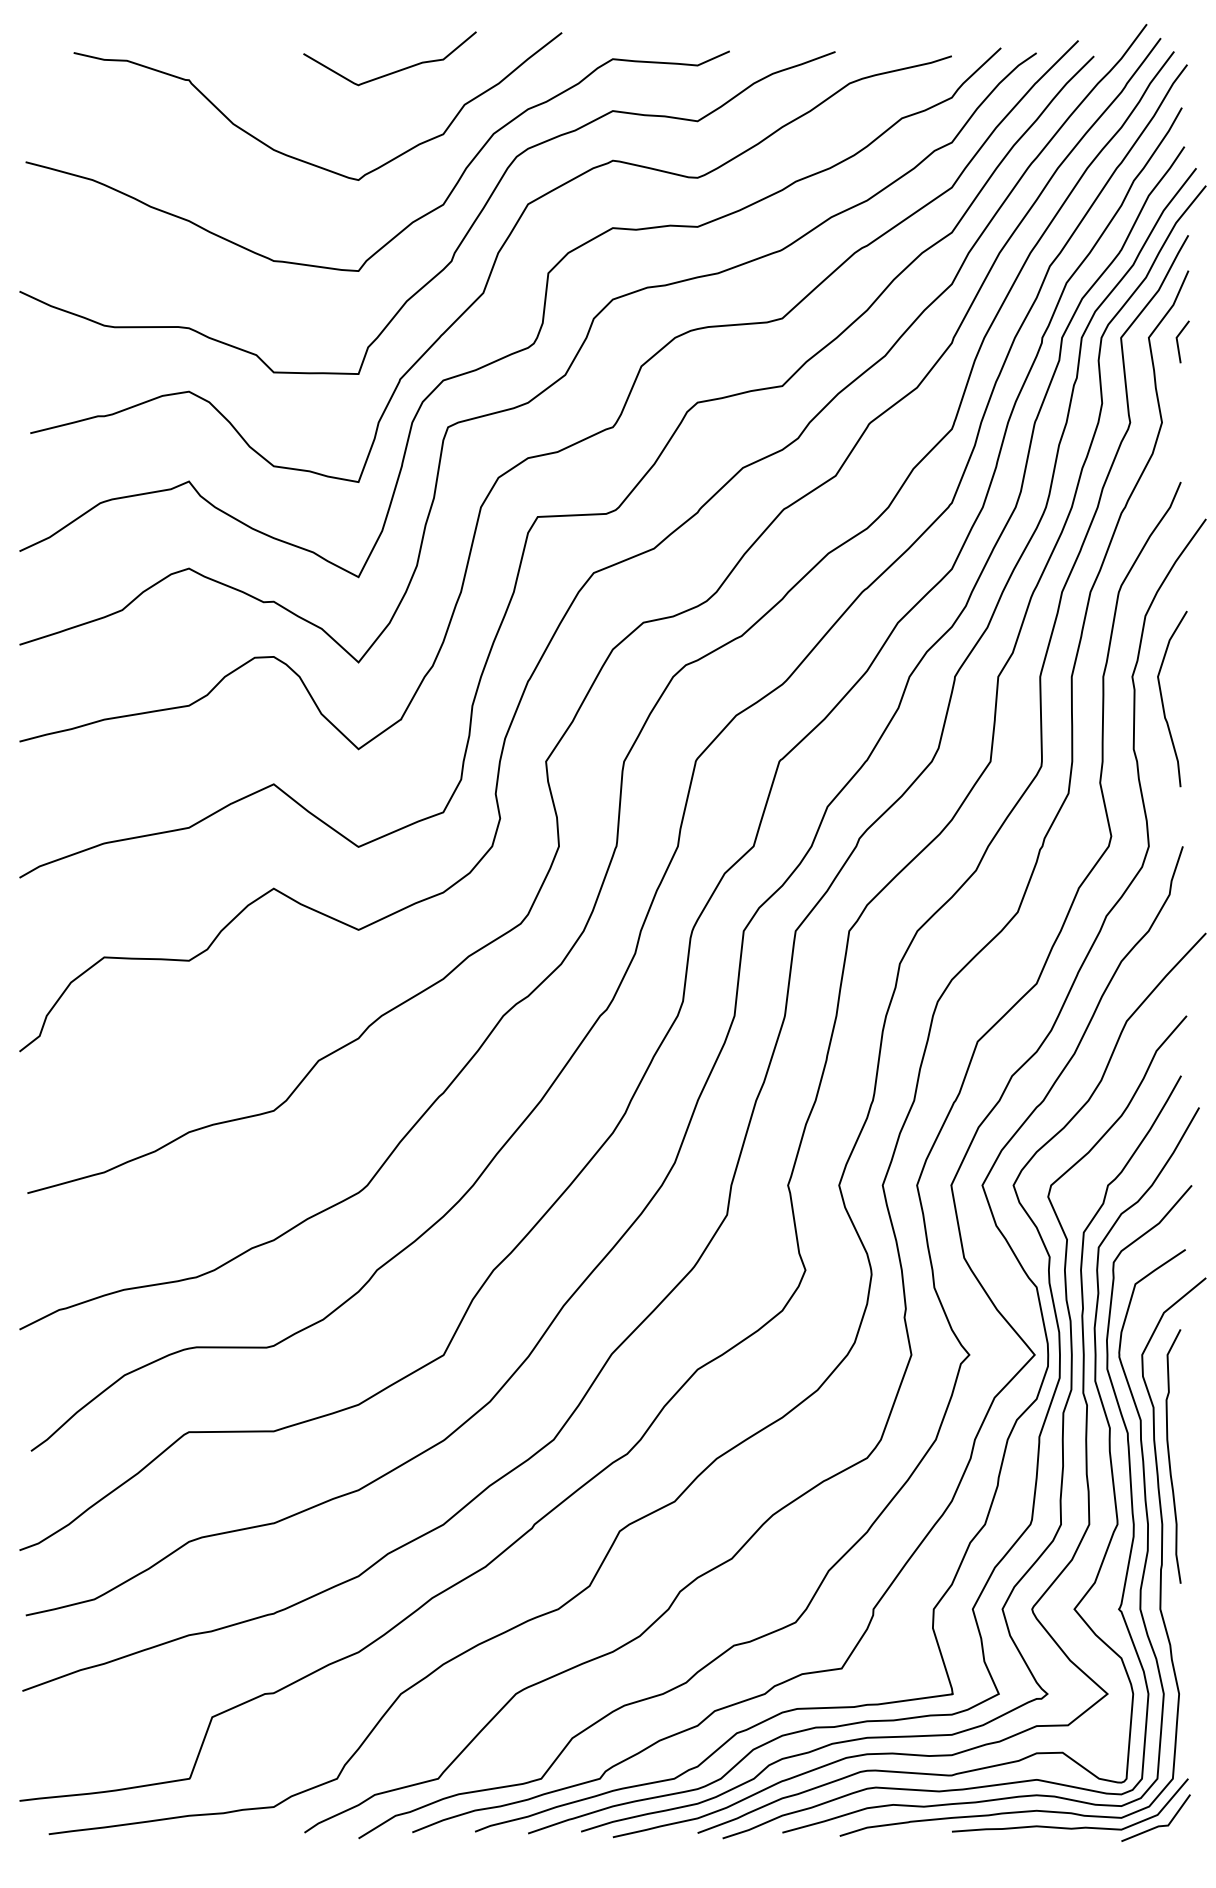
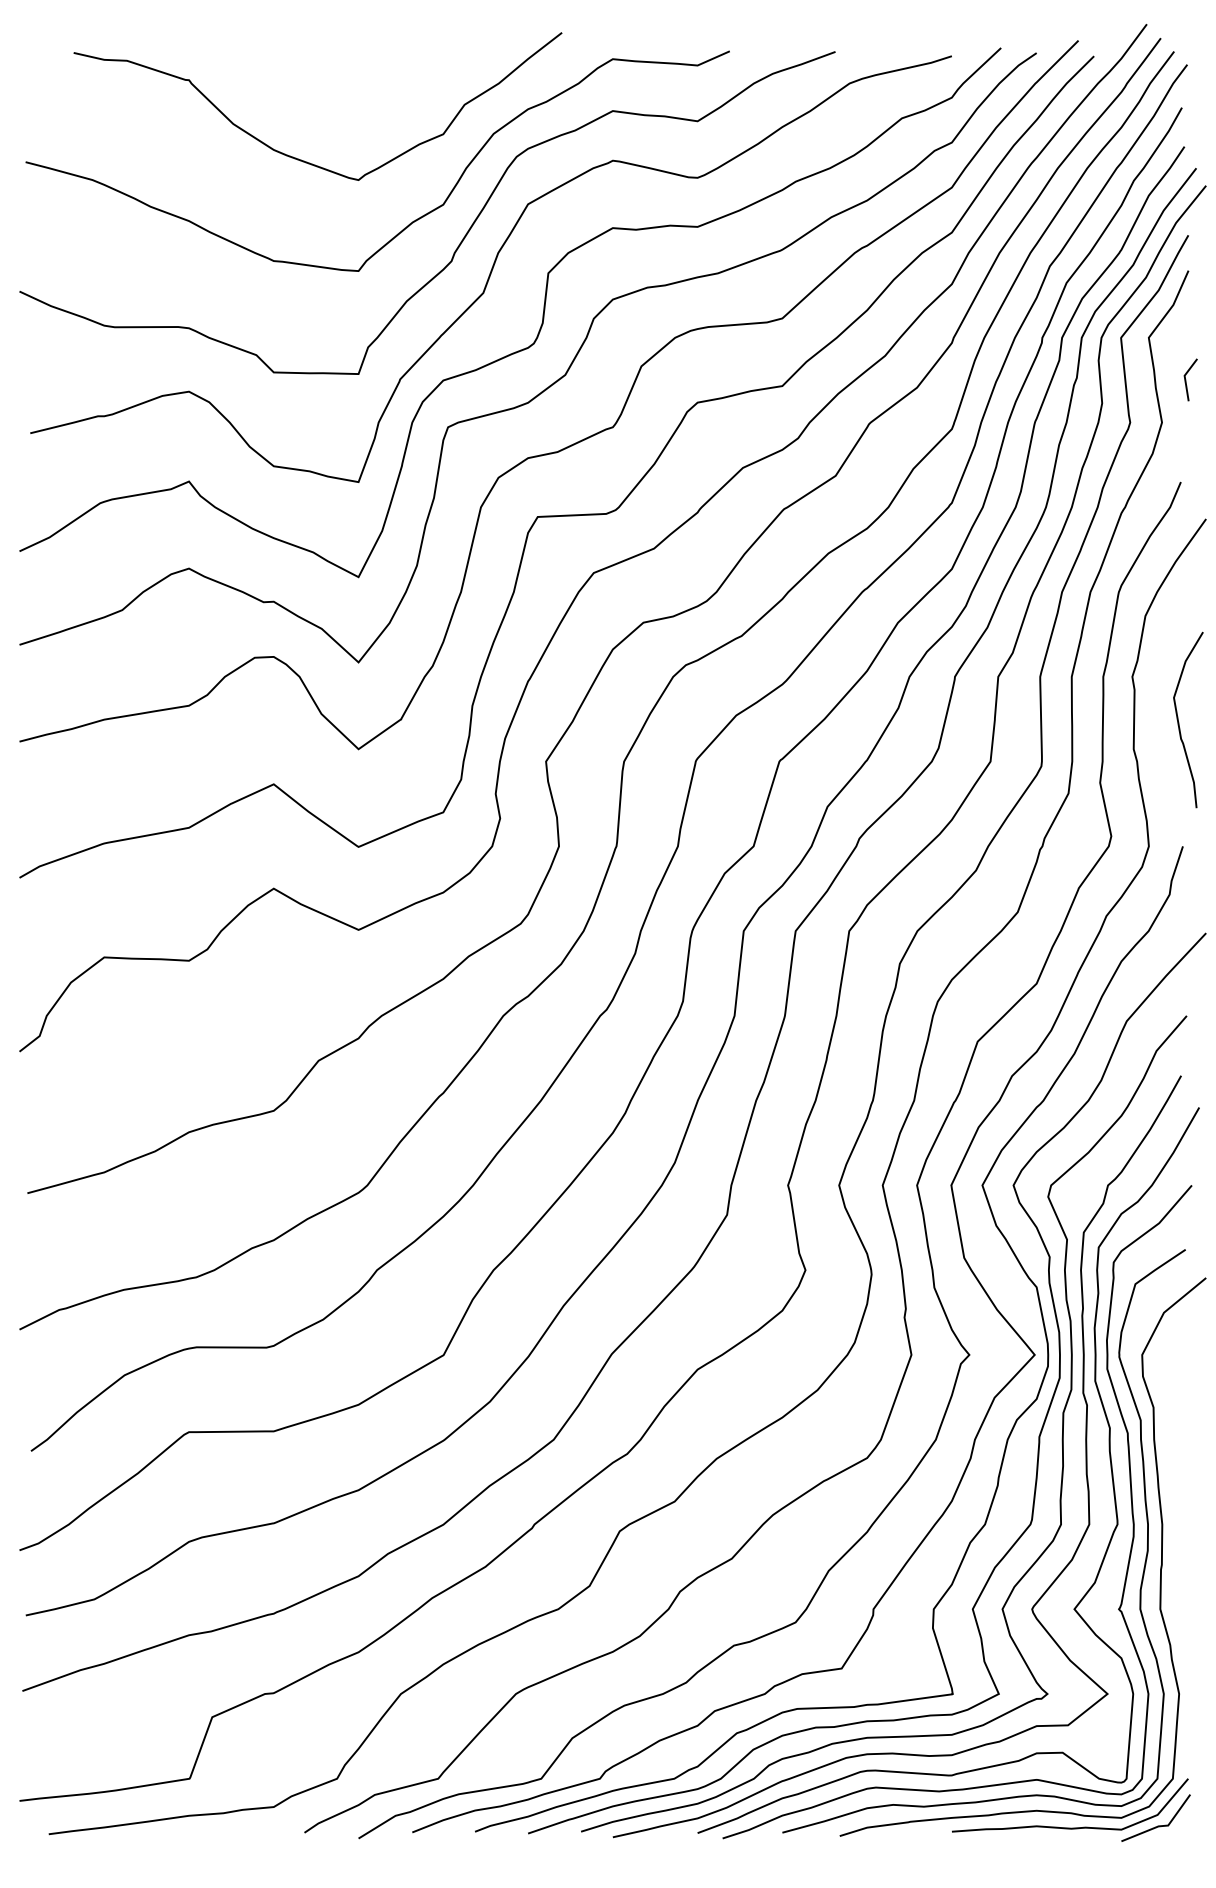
curve at (393, 71): present -> none
line at (1178, 341) position: (1178, 341) -> (1186, 379)
curve at (1163, 701) position: (1163, 701) -> (1179, 722)
curve at (1169, 1456): present -> none
